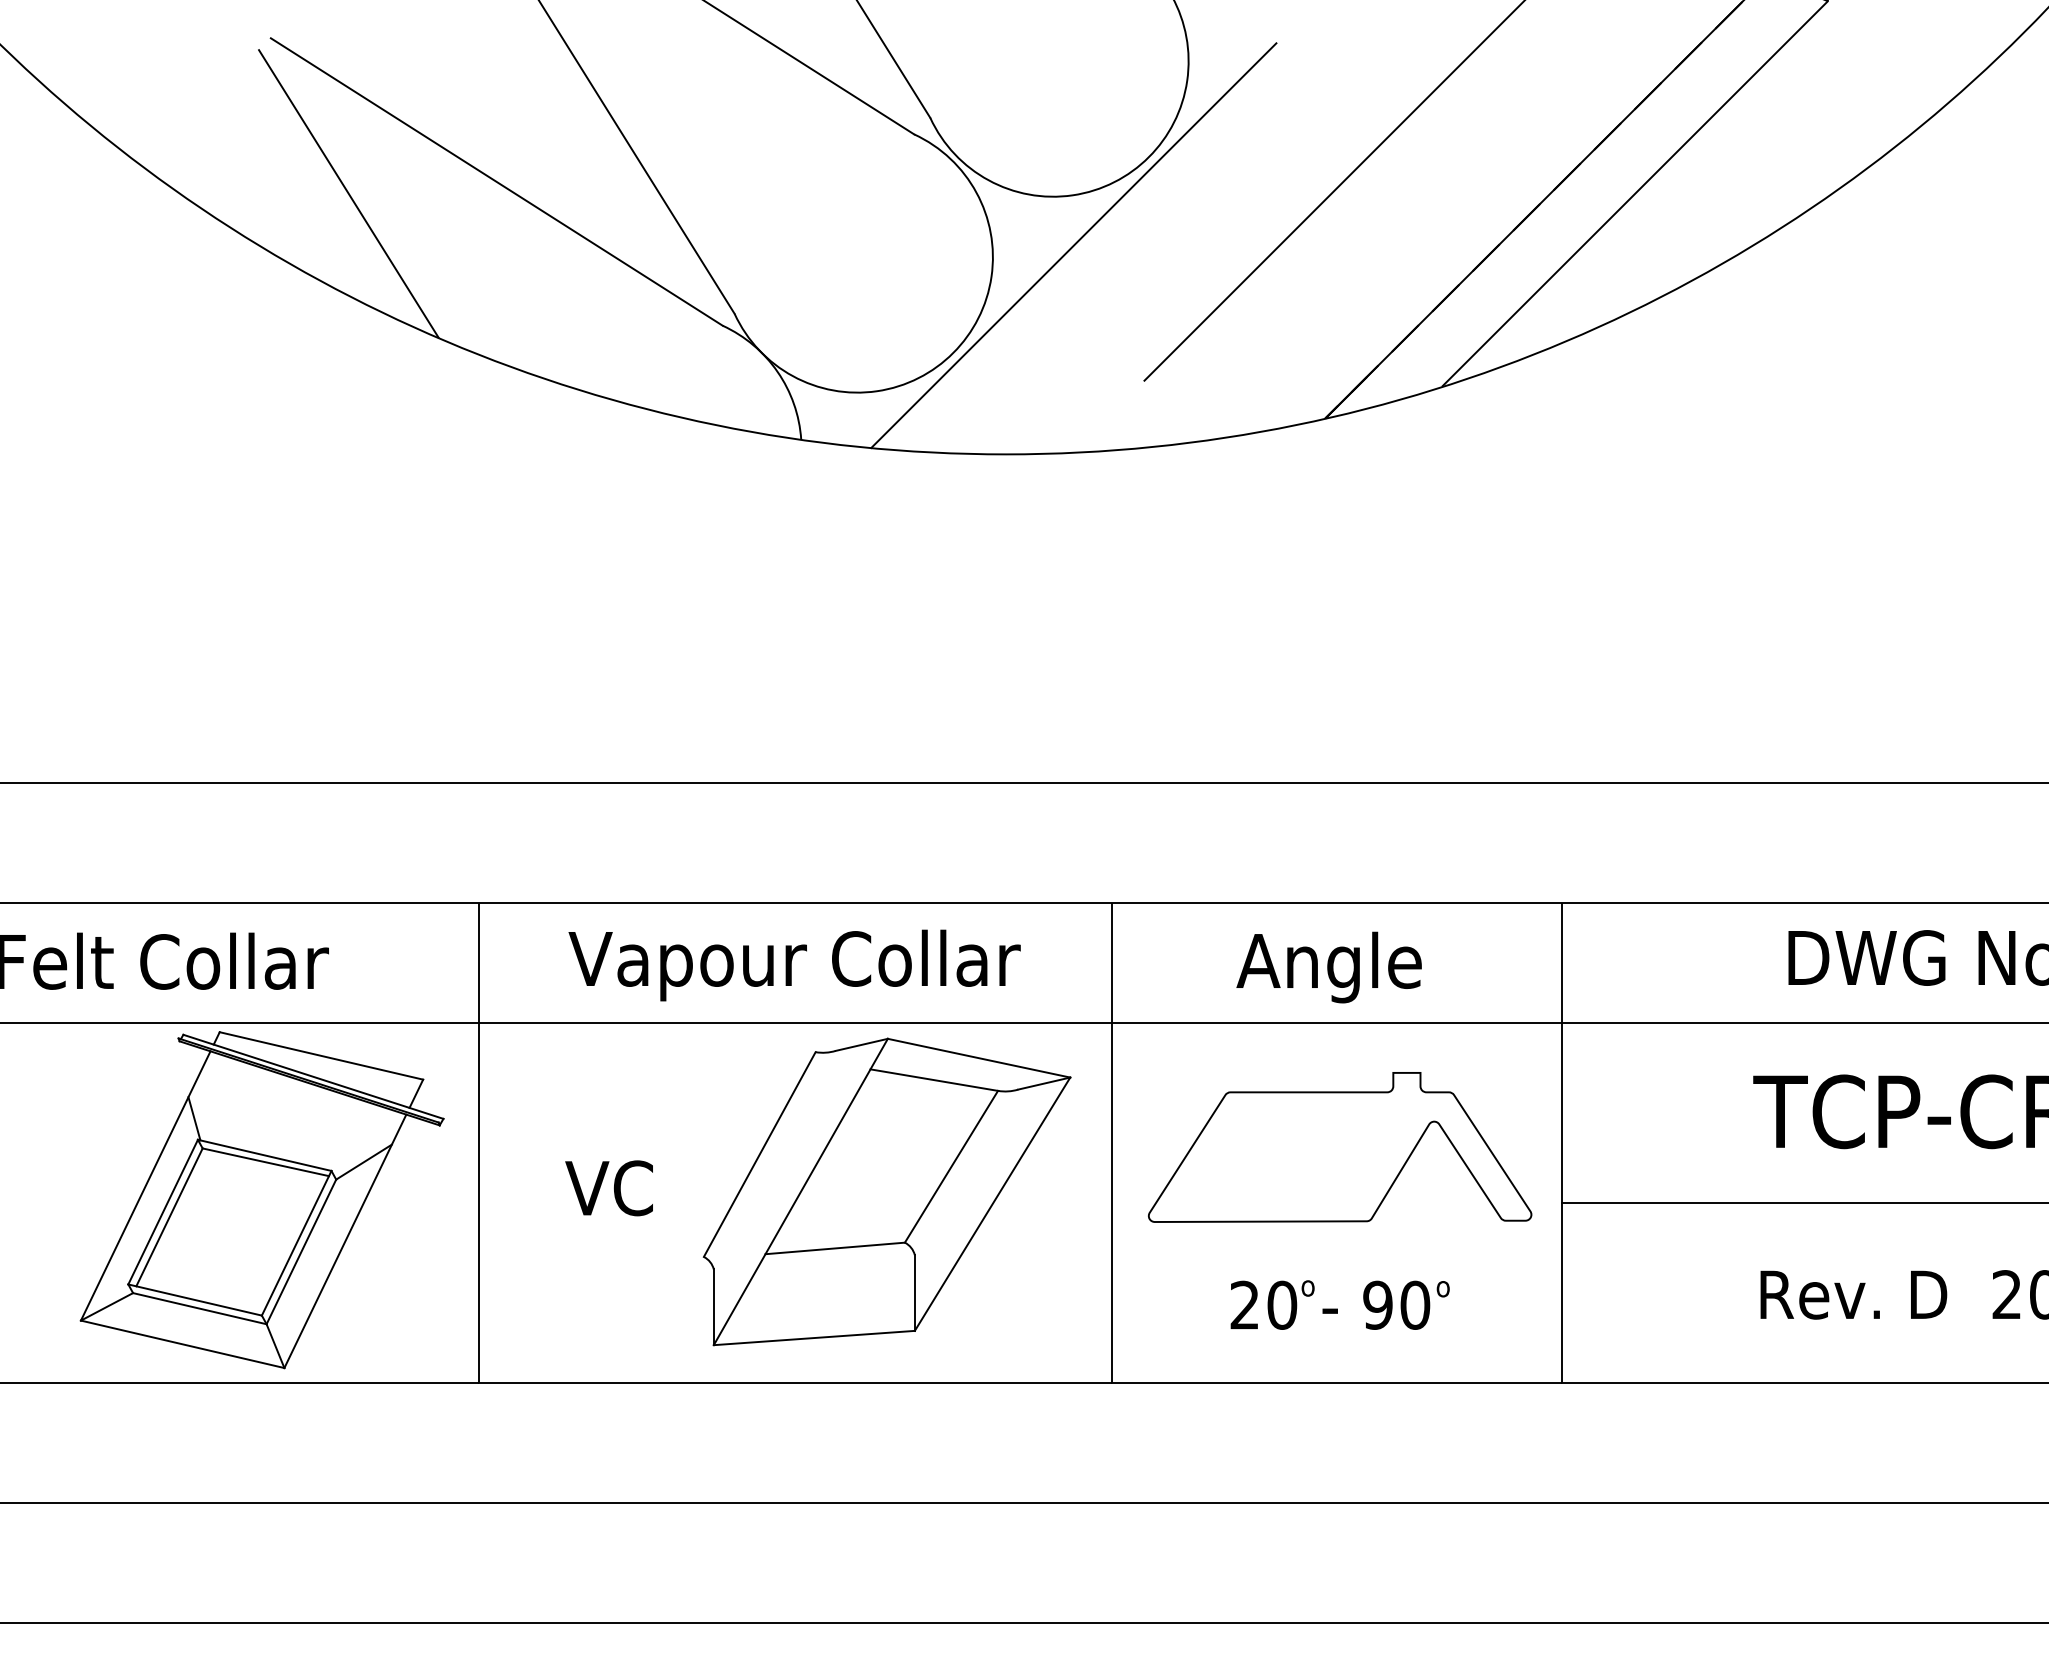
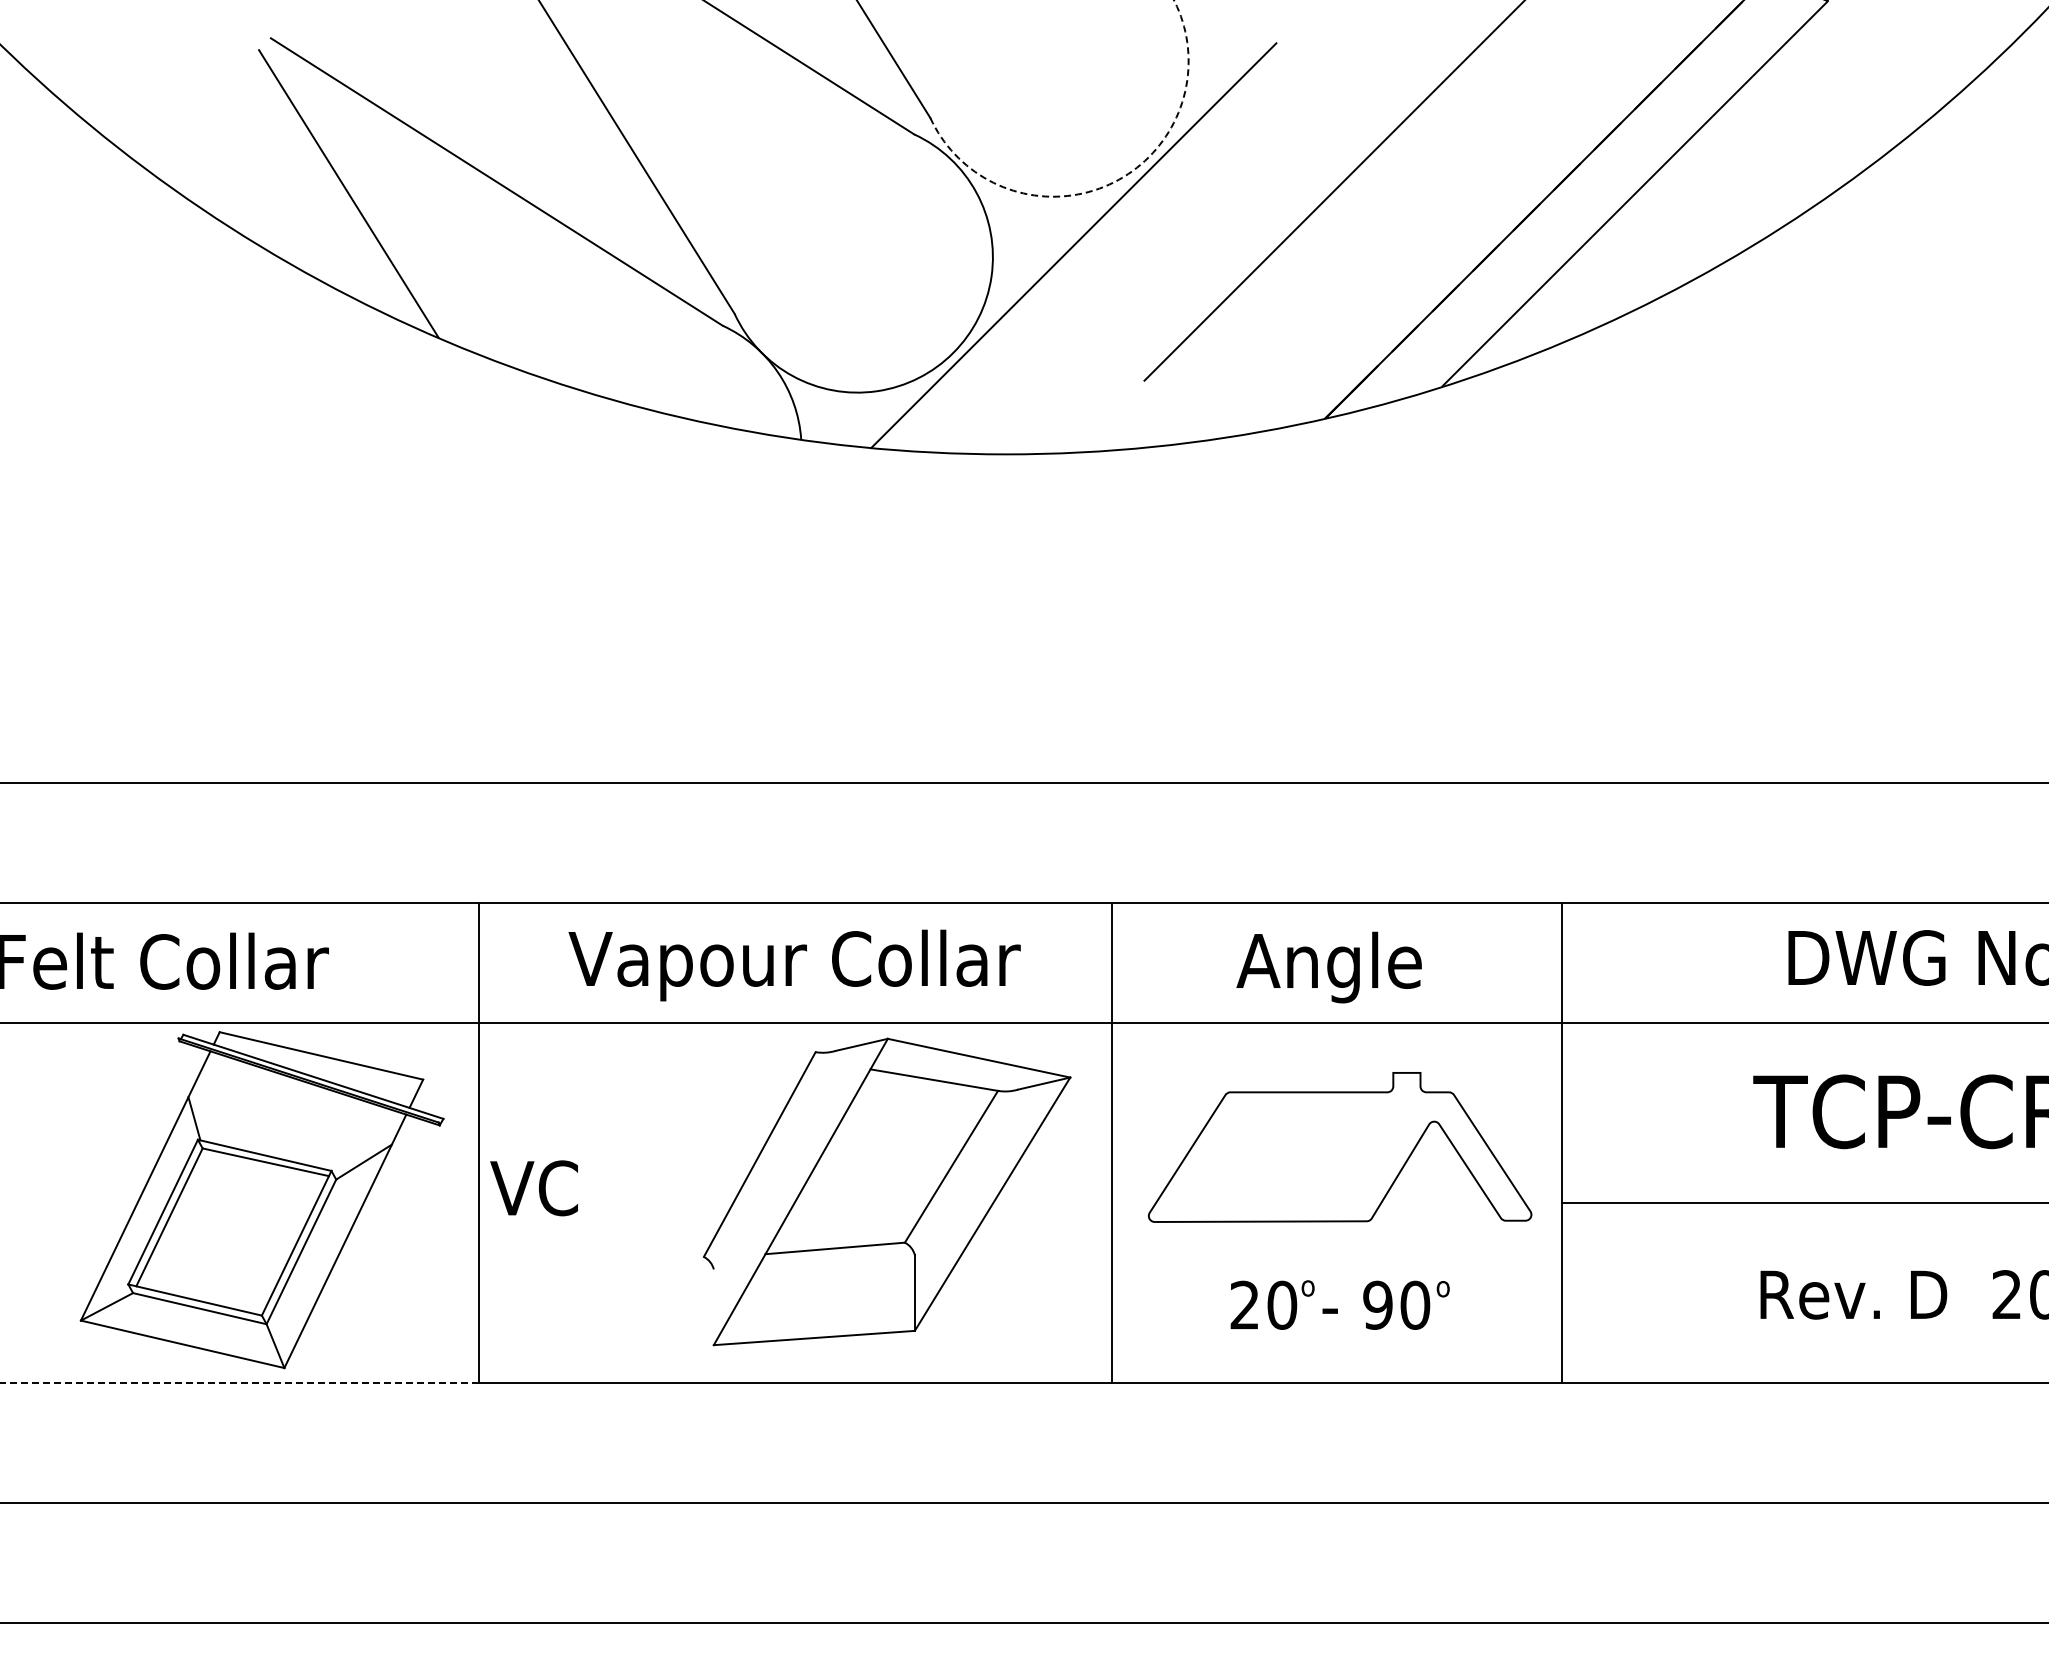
arc at (1112, 182): solid -> dashed
text at (608, 1188) position: (608, 1188) -> (533, 1188)
line at (713, 1307): present -> none
line at (239, 1382): solid -> dashed
